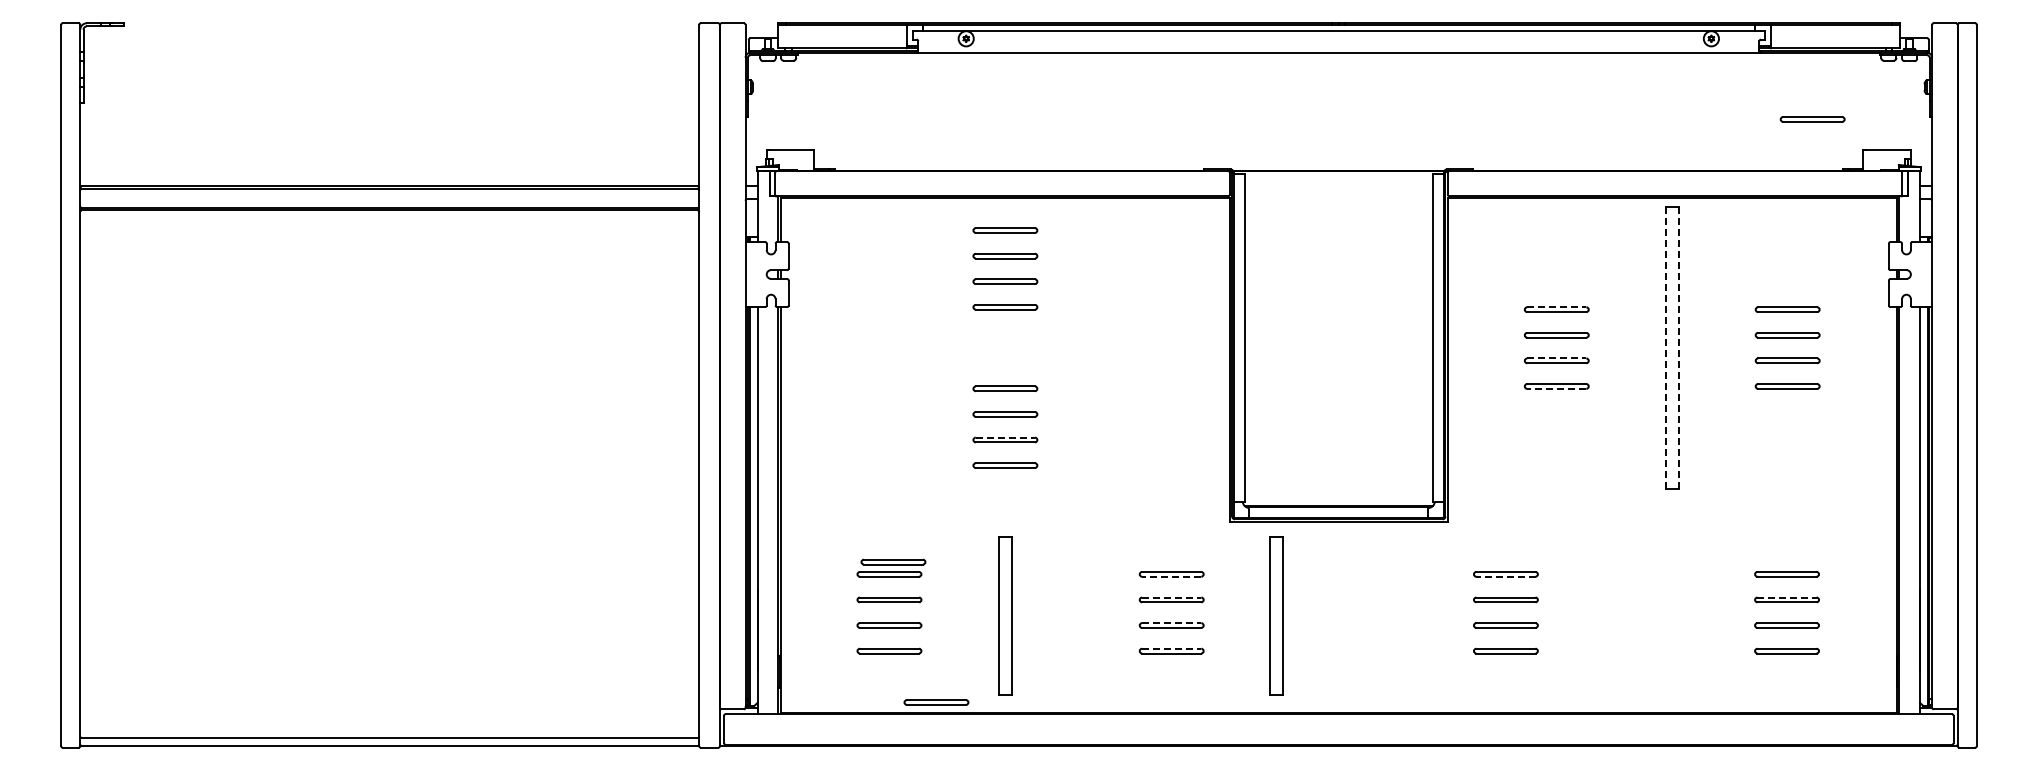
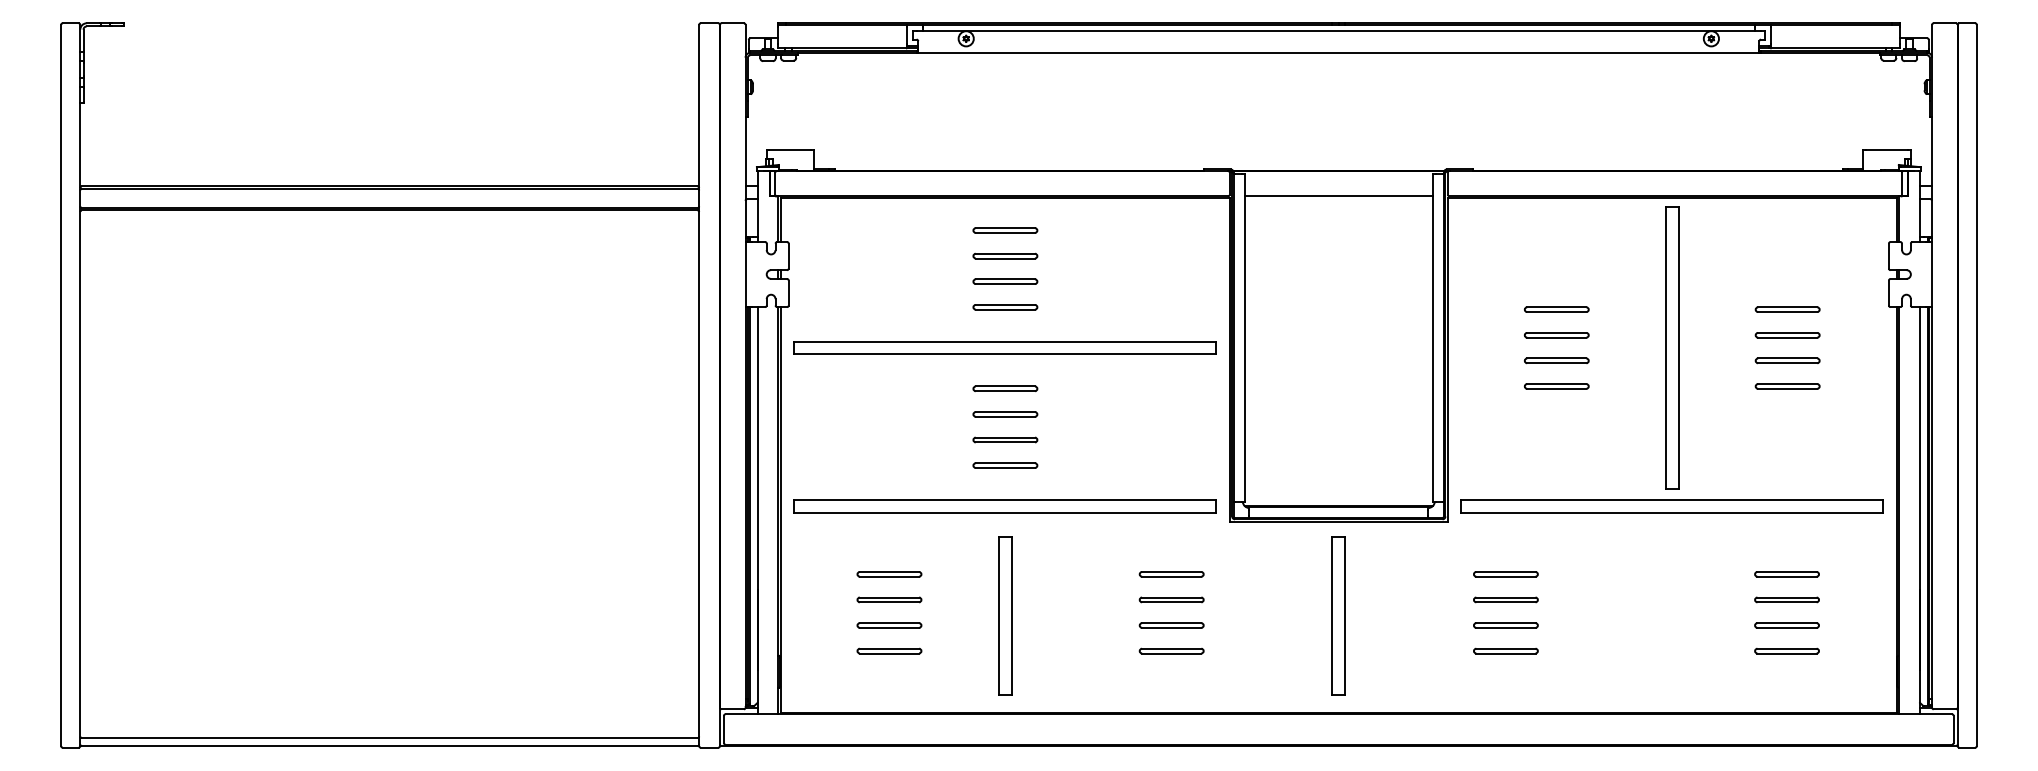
part at (1812, 119): present -> none
line at (1338, 196): none -> present
line at (1556, 307): dashed -> solid
part at (1004, 347): none -> present
line at (1665, 348): dashed -> solid
line at (1678, 348): dashed -> solid
line at (1556, 358): dashed -> solid
line at (1556, 388): dashed -> solid
line at (1005, 437): dashed -> solid
part at (1004, 506): none -> present
part at (1671, 506): none -> present
part at (893, 561): present -> none
line at (1171, 576): dashed -> solid
line at (1505, 576): dashed -> solid
line at (1171, 597): dashed -> solid
line at (1787, 597): dashed -> solid
part at (1276, 615) position: (1276, 615) -> (1338, 615)
line at (1171, 623): dashed -> solid
line at (1171, 648): dashed -> solid
part at (936, 702): present -> none
